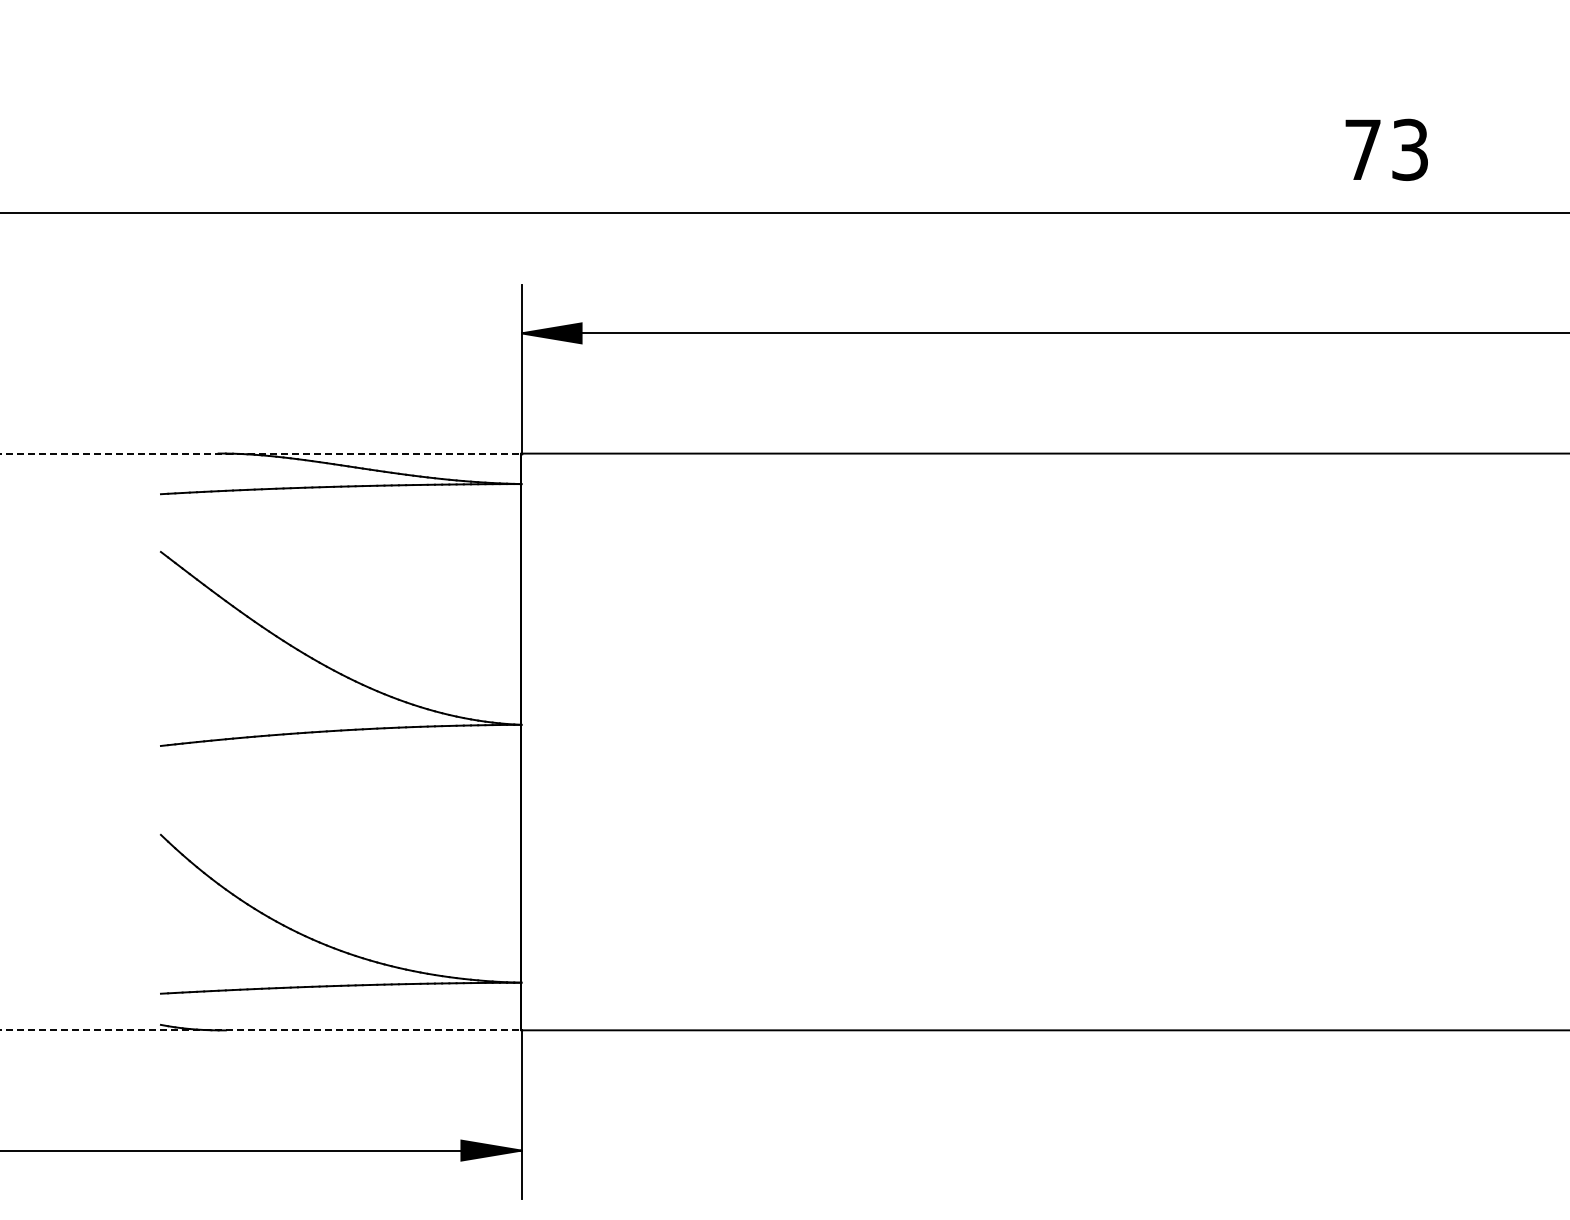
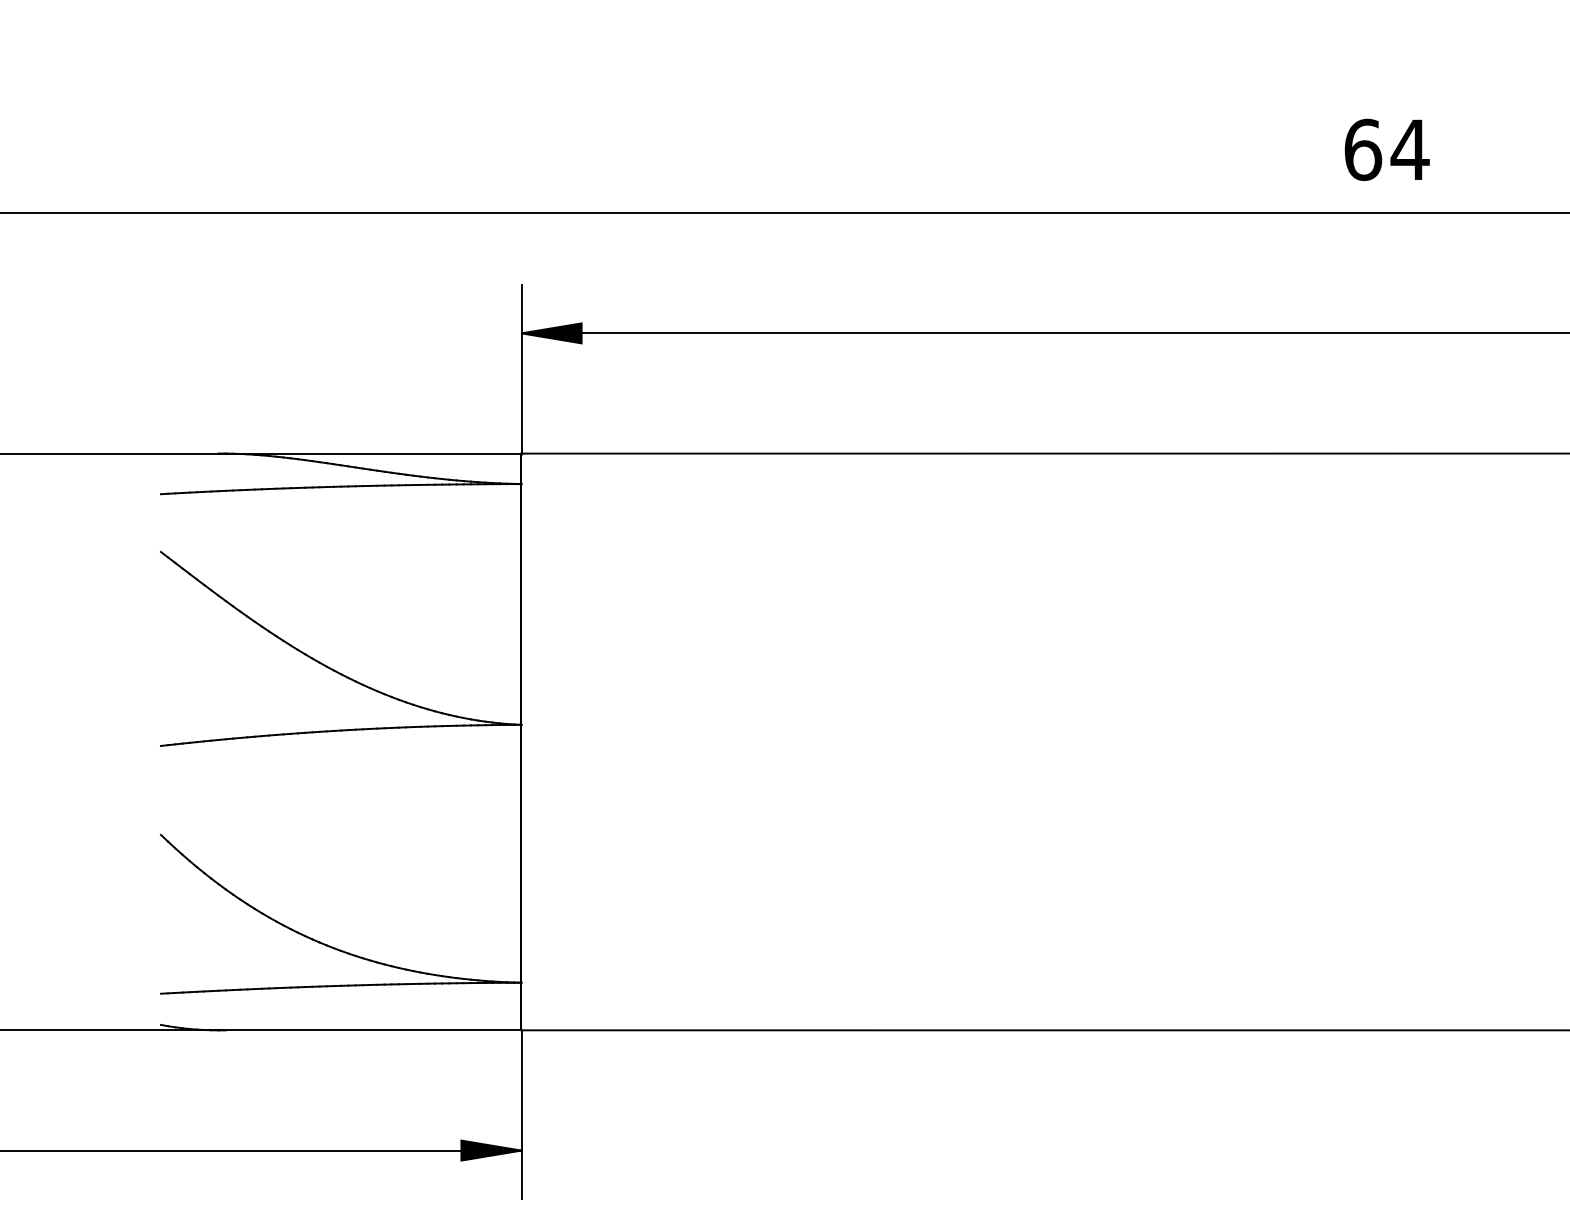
text at (1386, 149): 73 -> 64
line at (261, 453): dashed -> solid
line at (261, 1030): dashed -> solid
